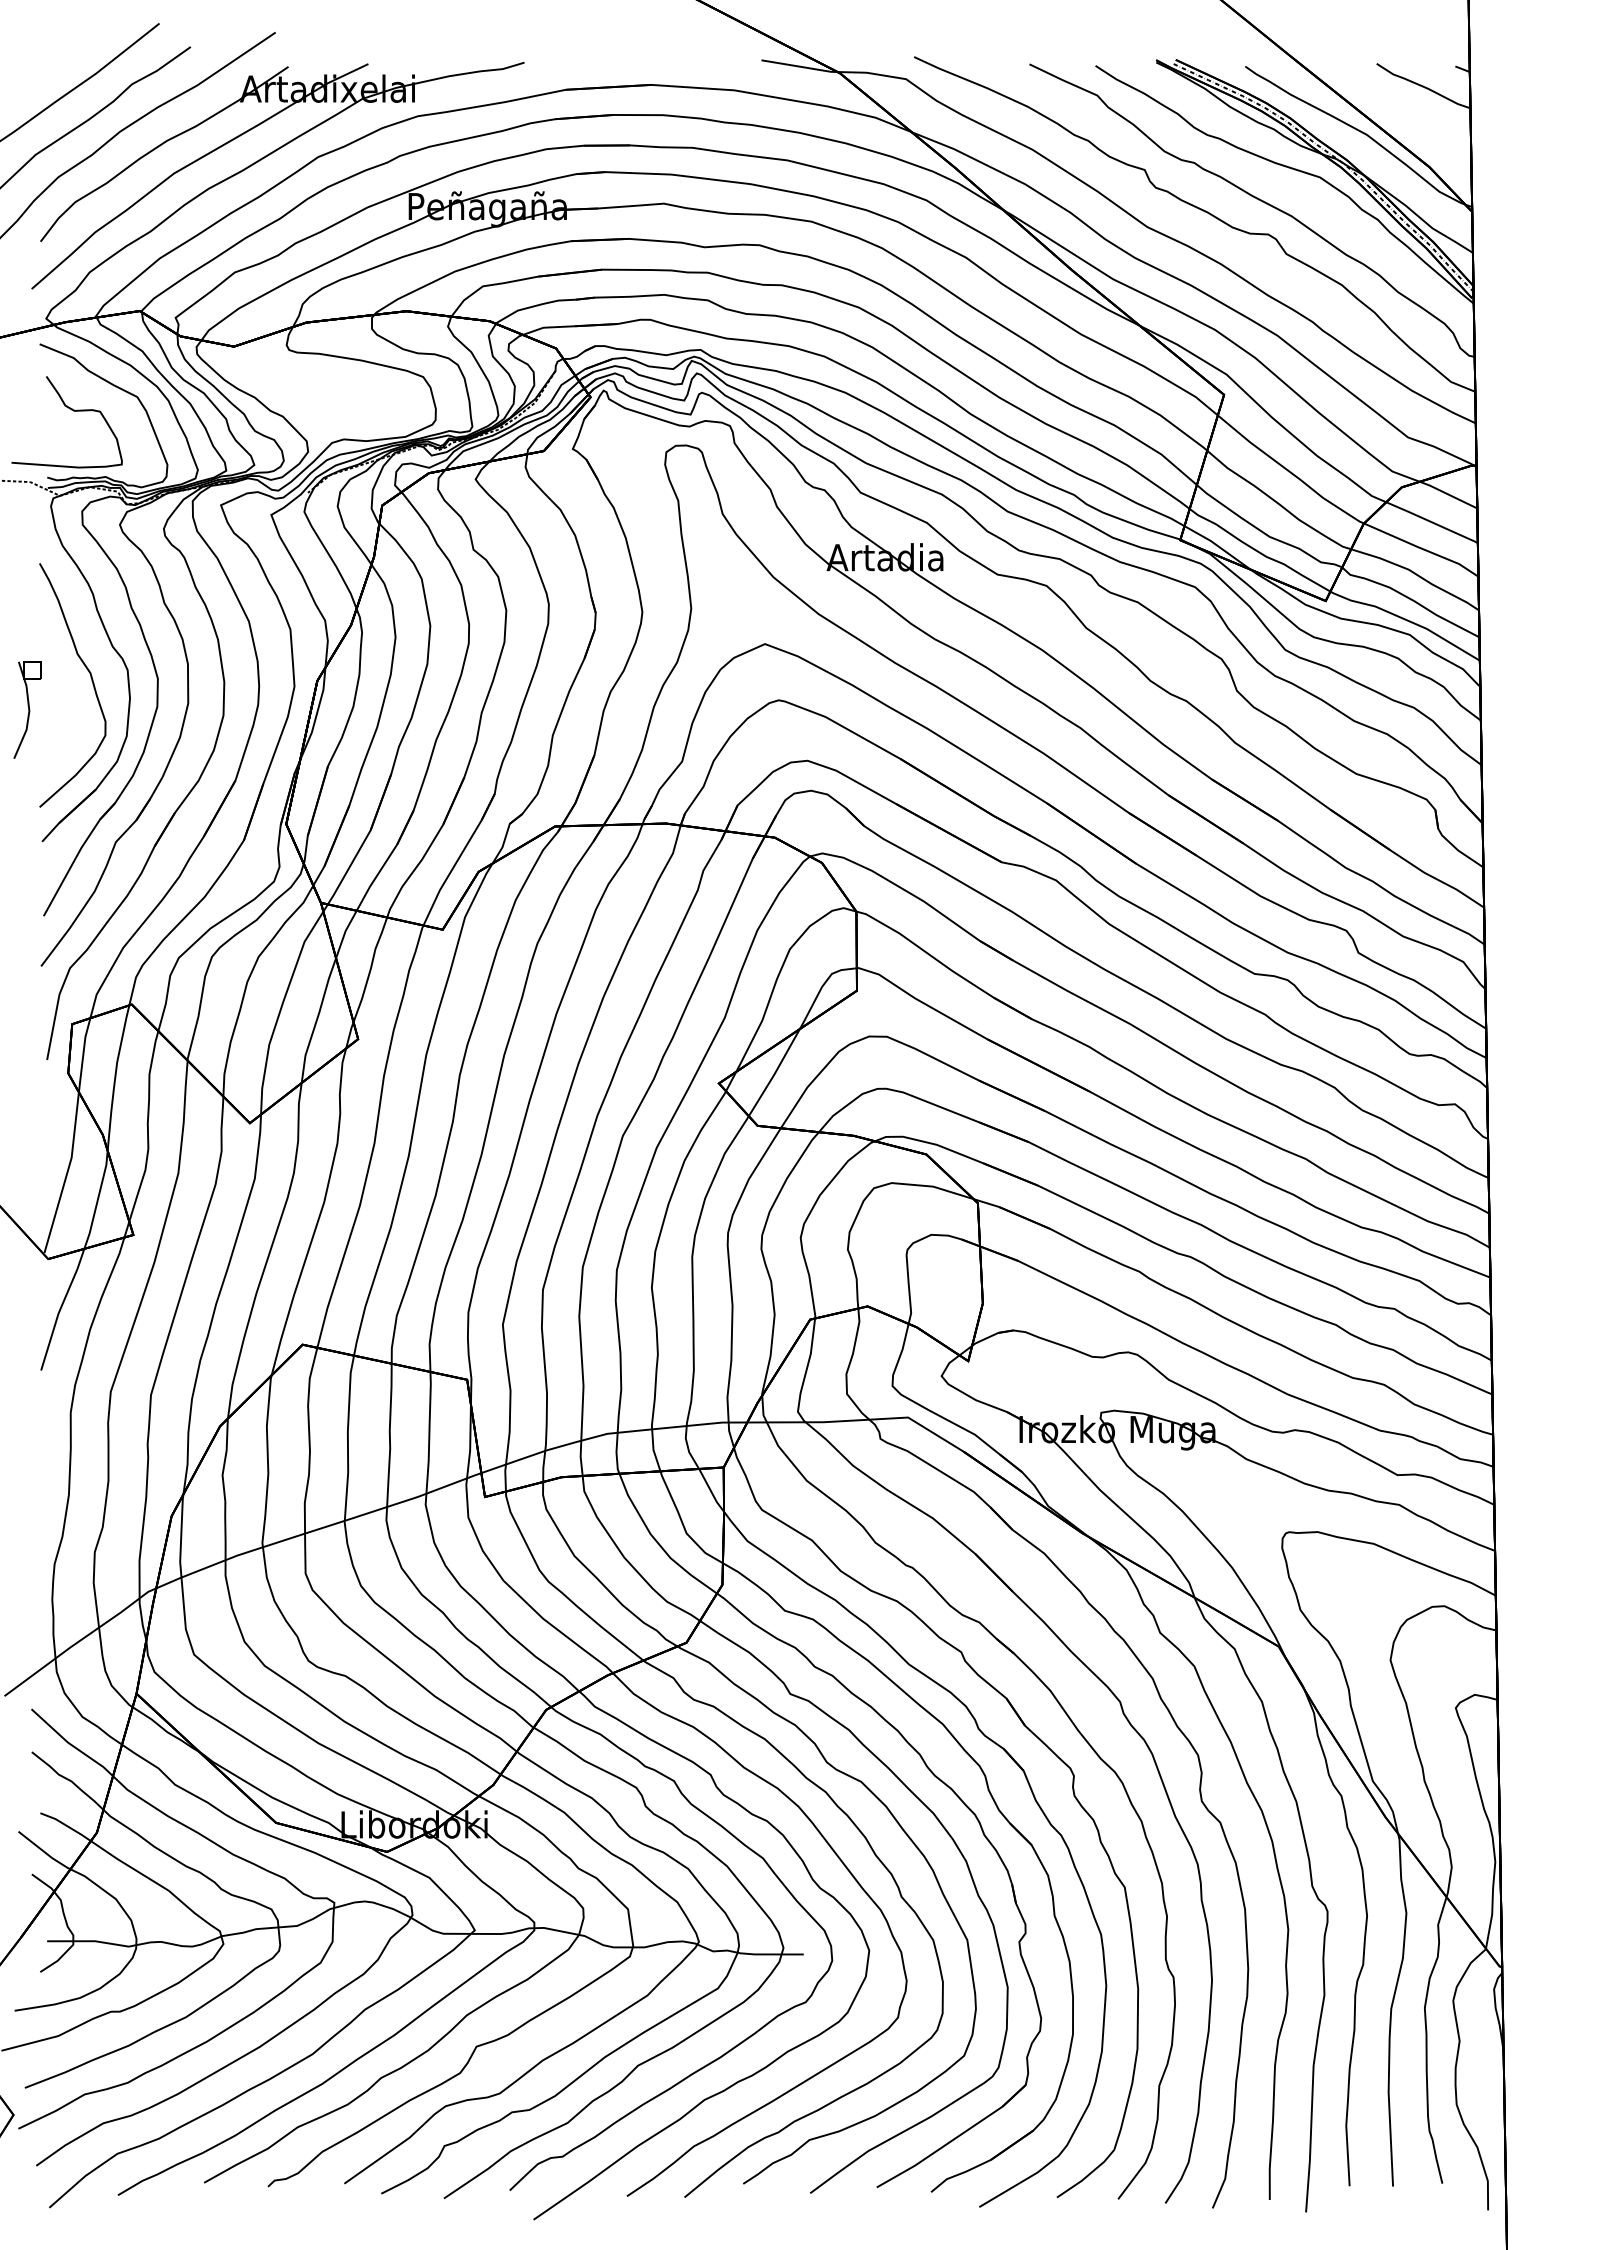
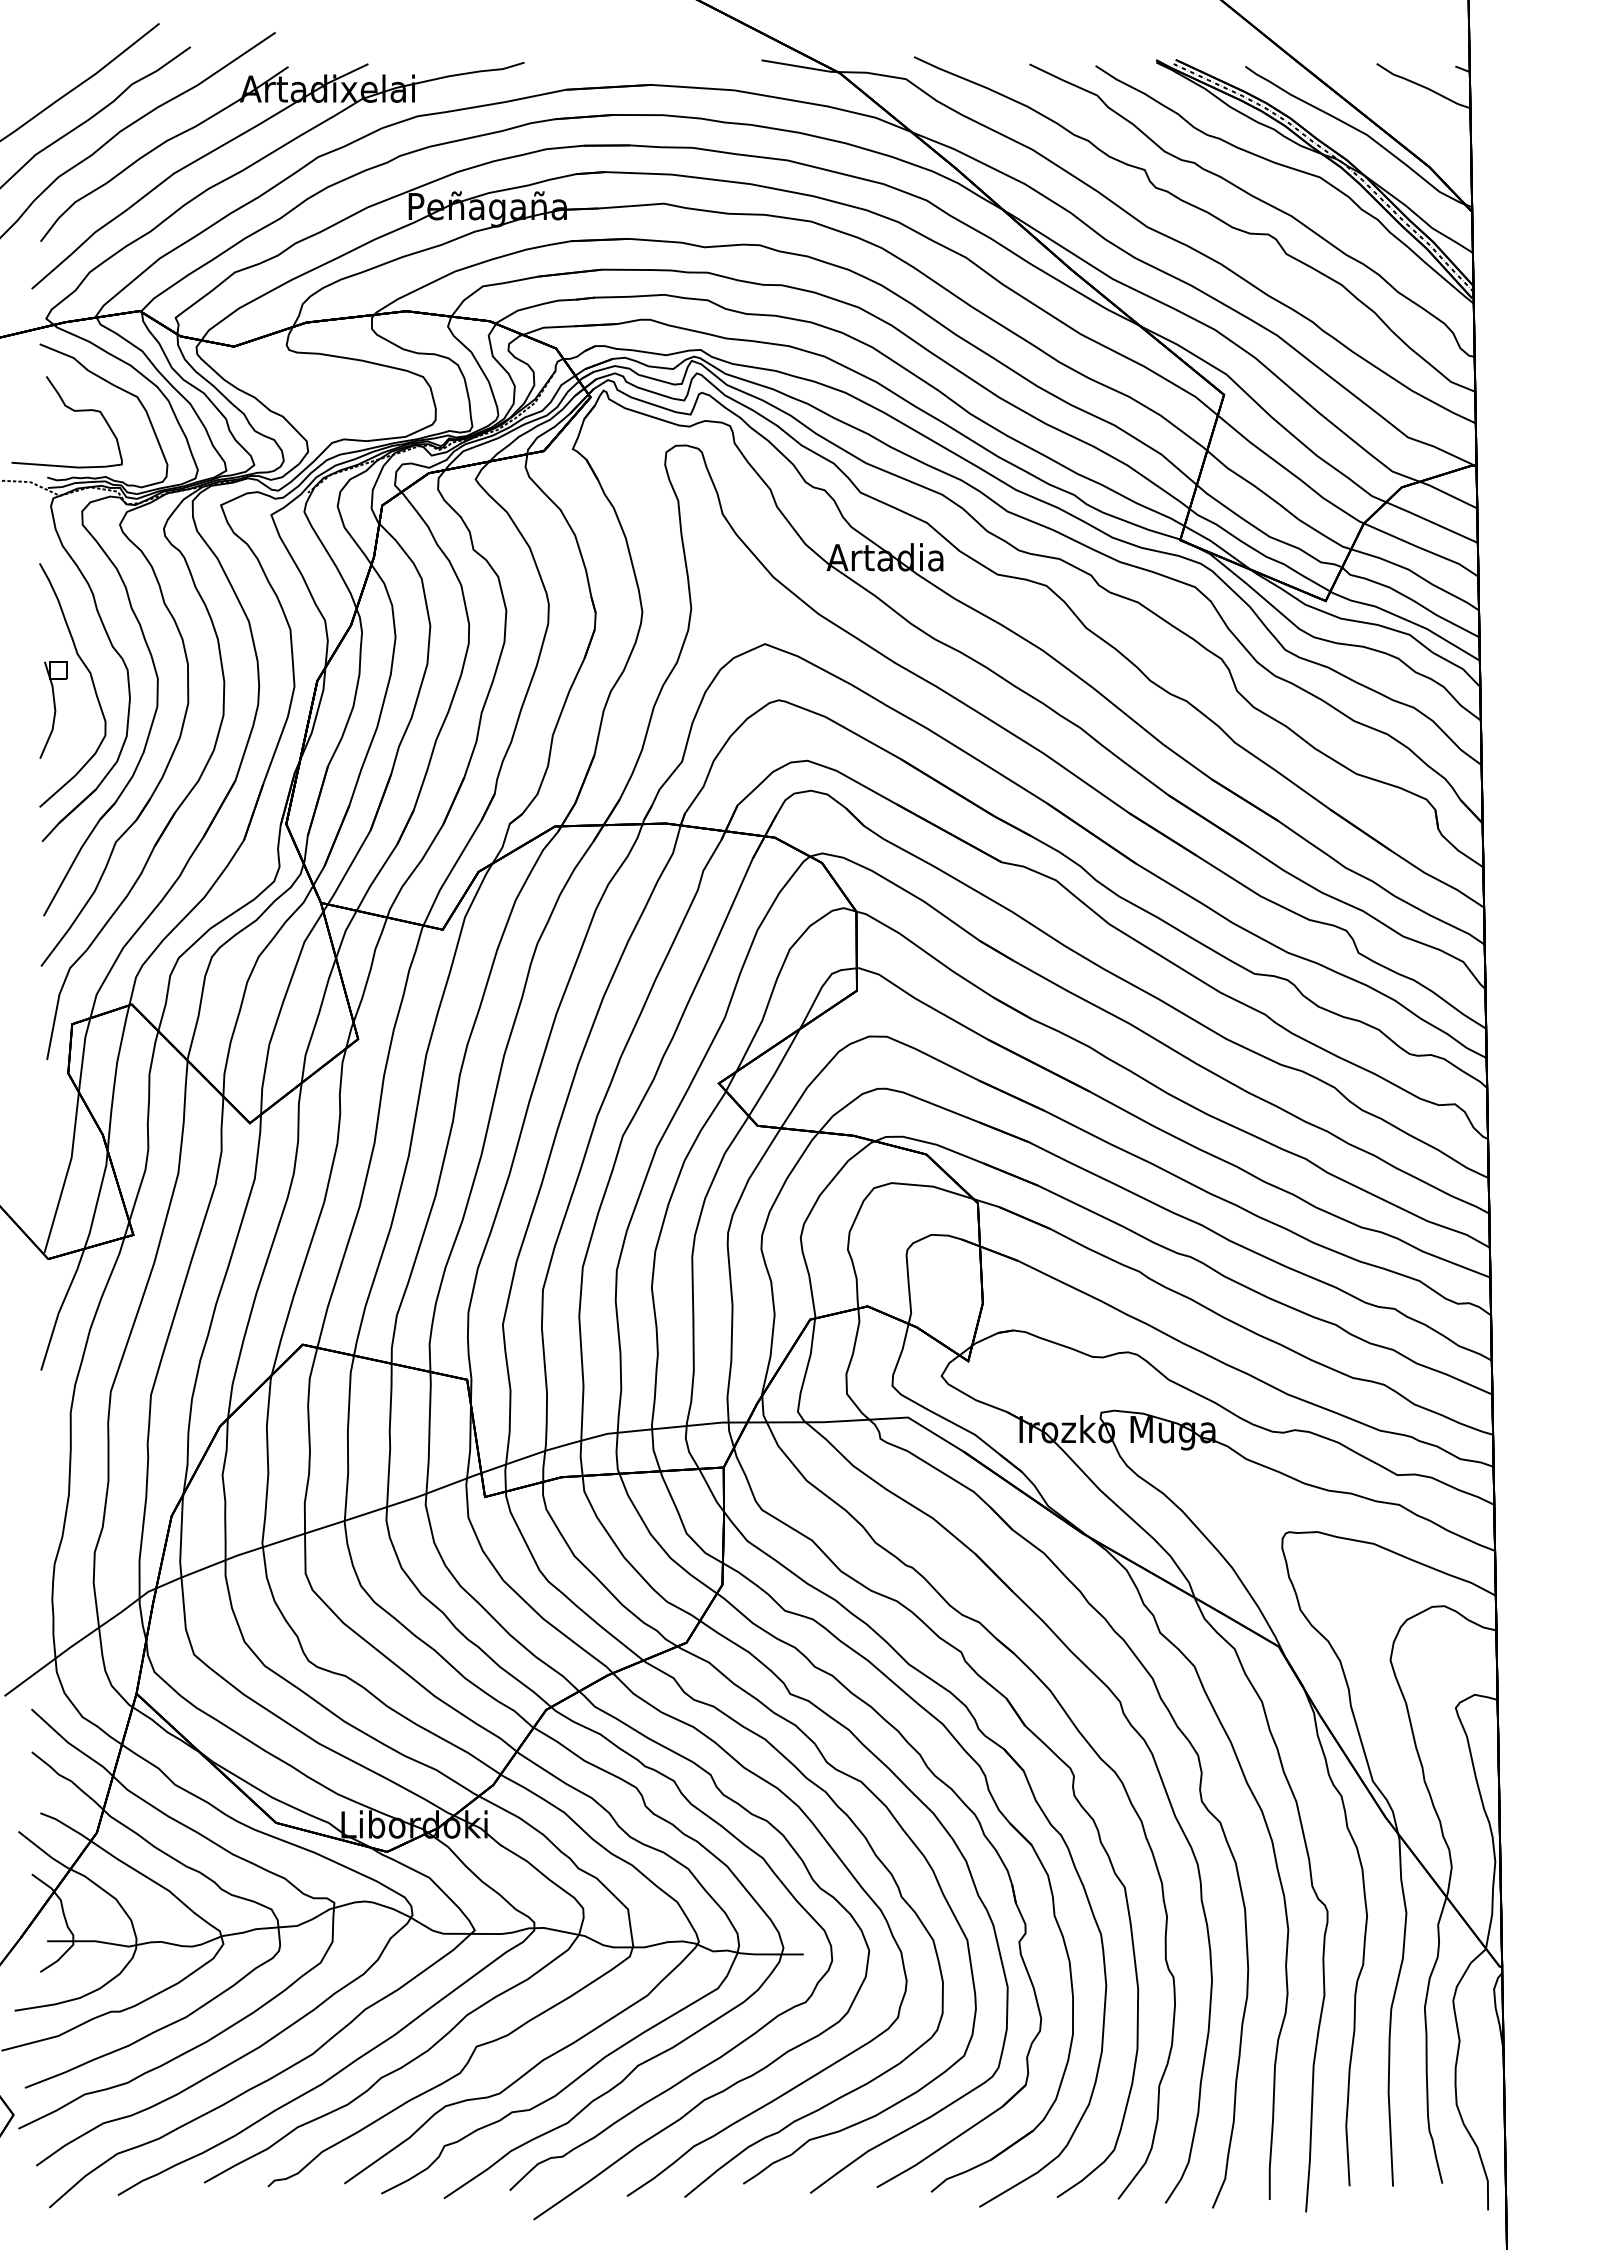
part at (27, 709) position: (27, 709) -> (53, 709)
